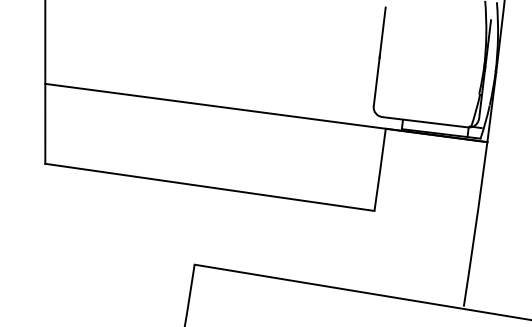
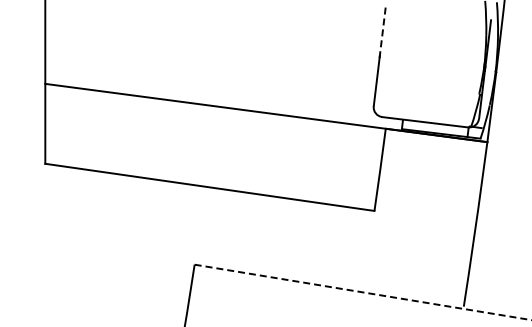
line at (382, 32): solid -> dashed
line at (363, 292): solid -> dashed
